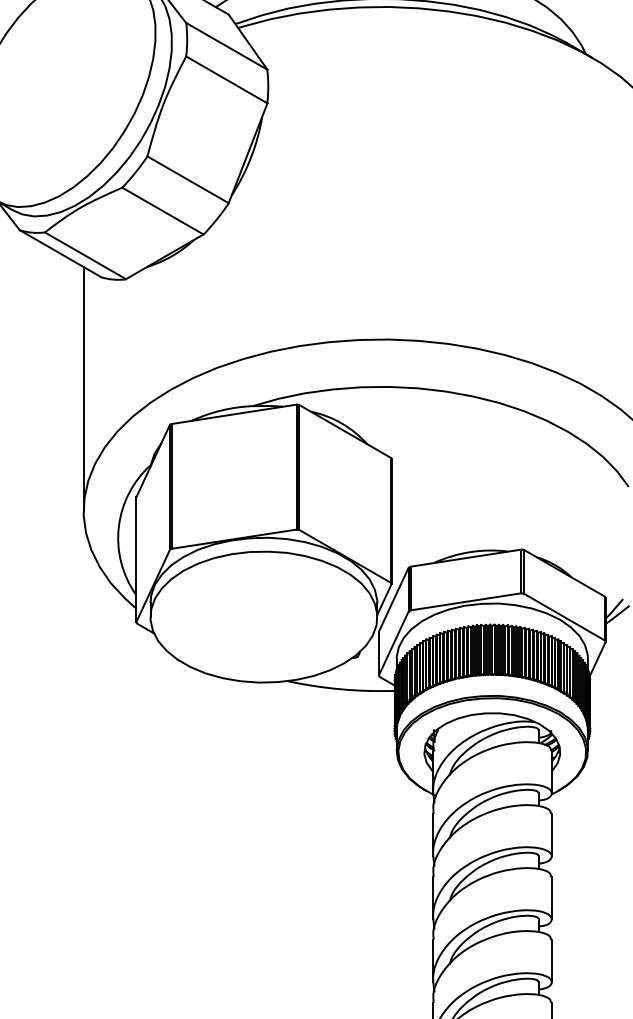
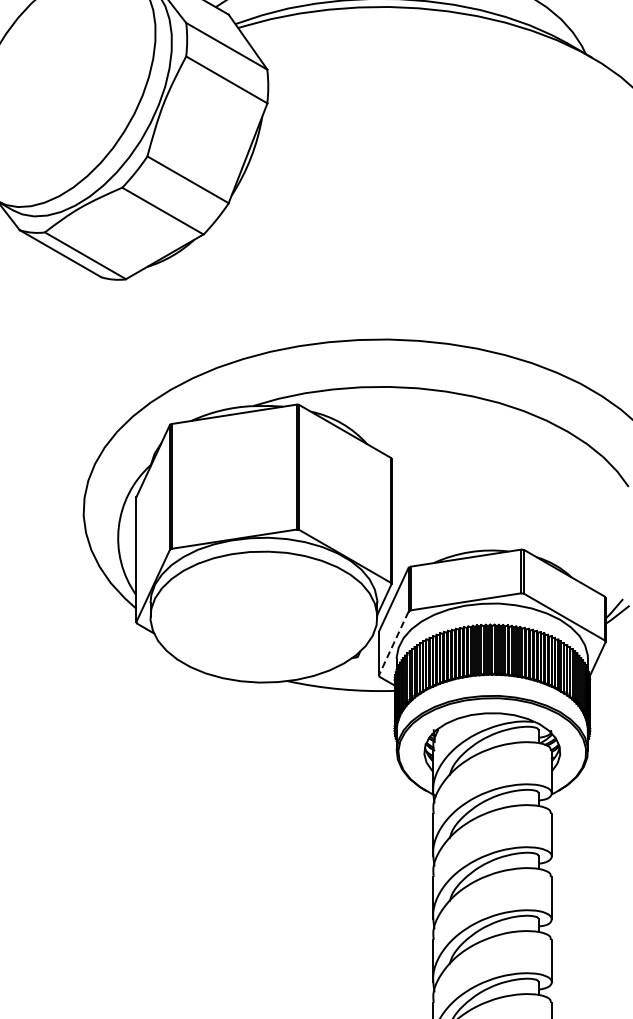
line at (83, 389): present -> none
line at (393, 643): solid -> dashed
